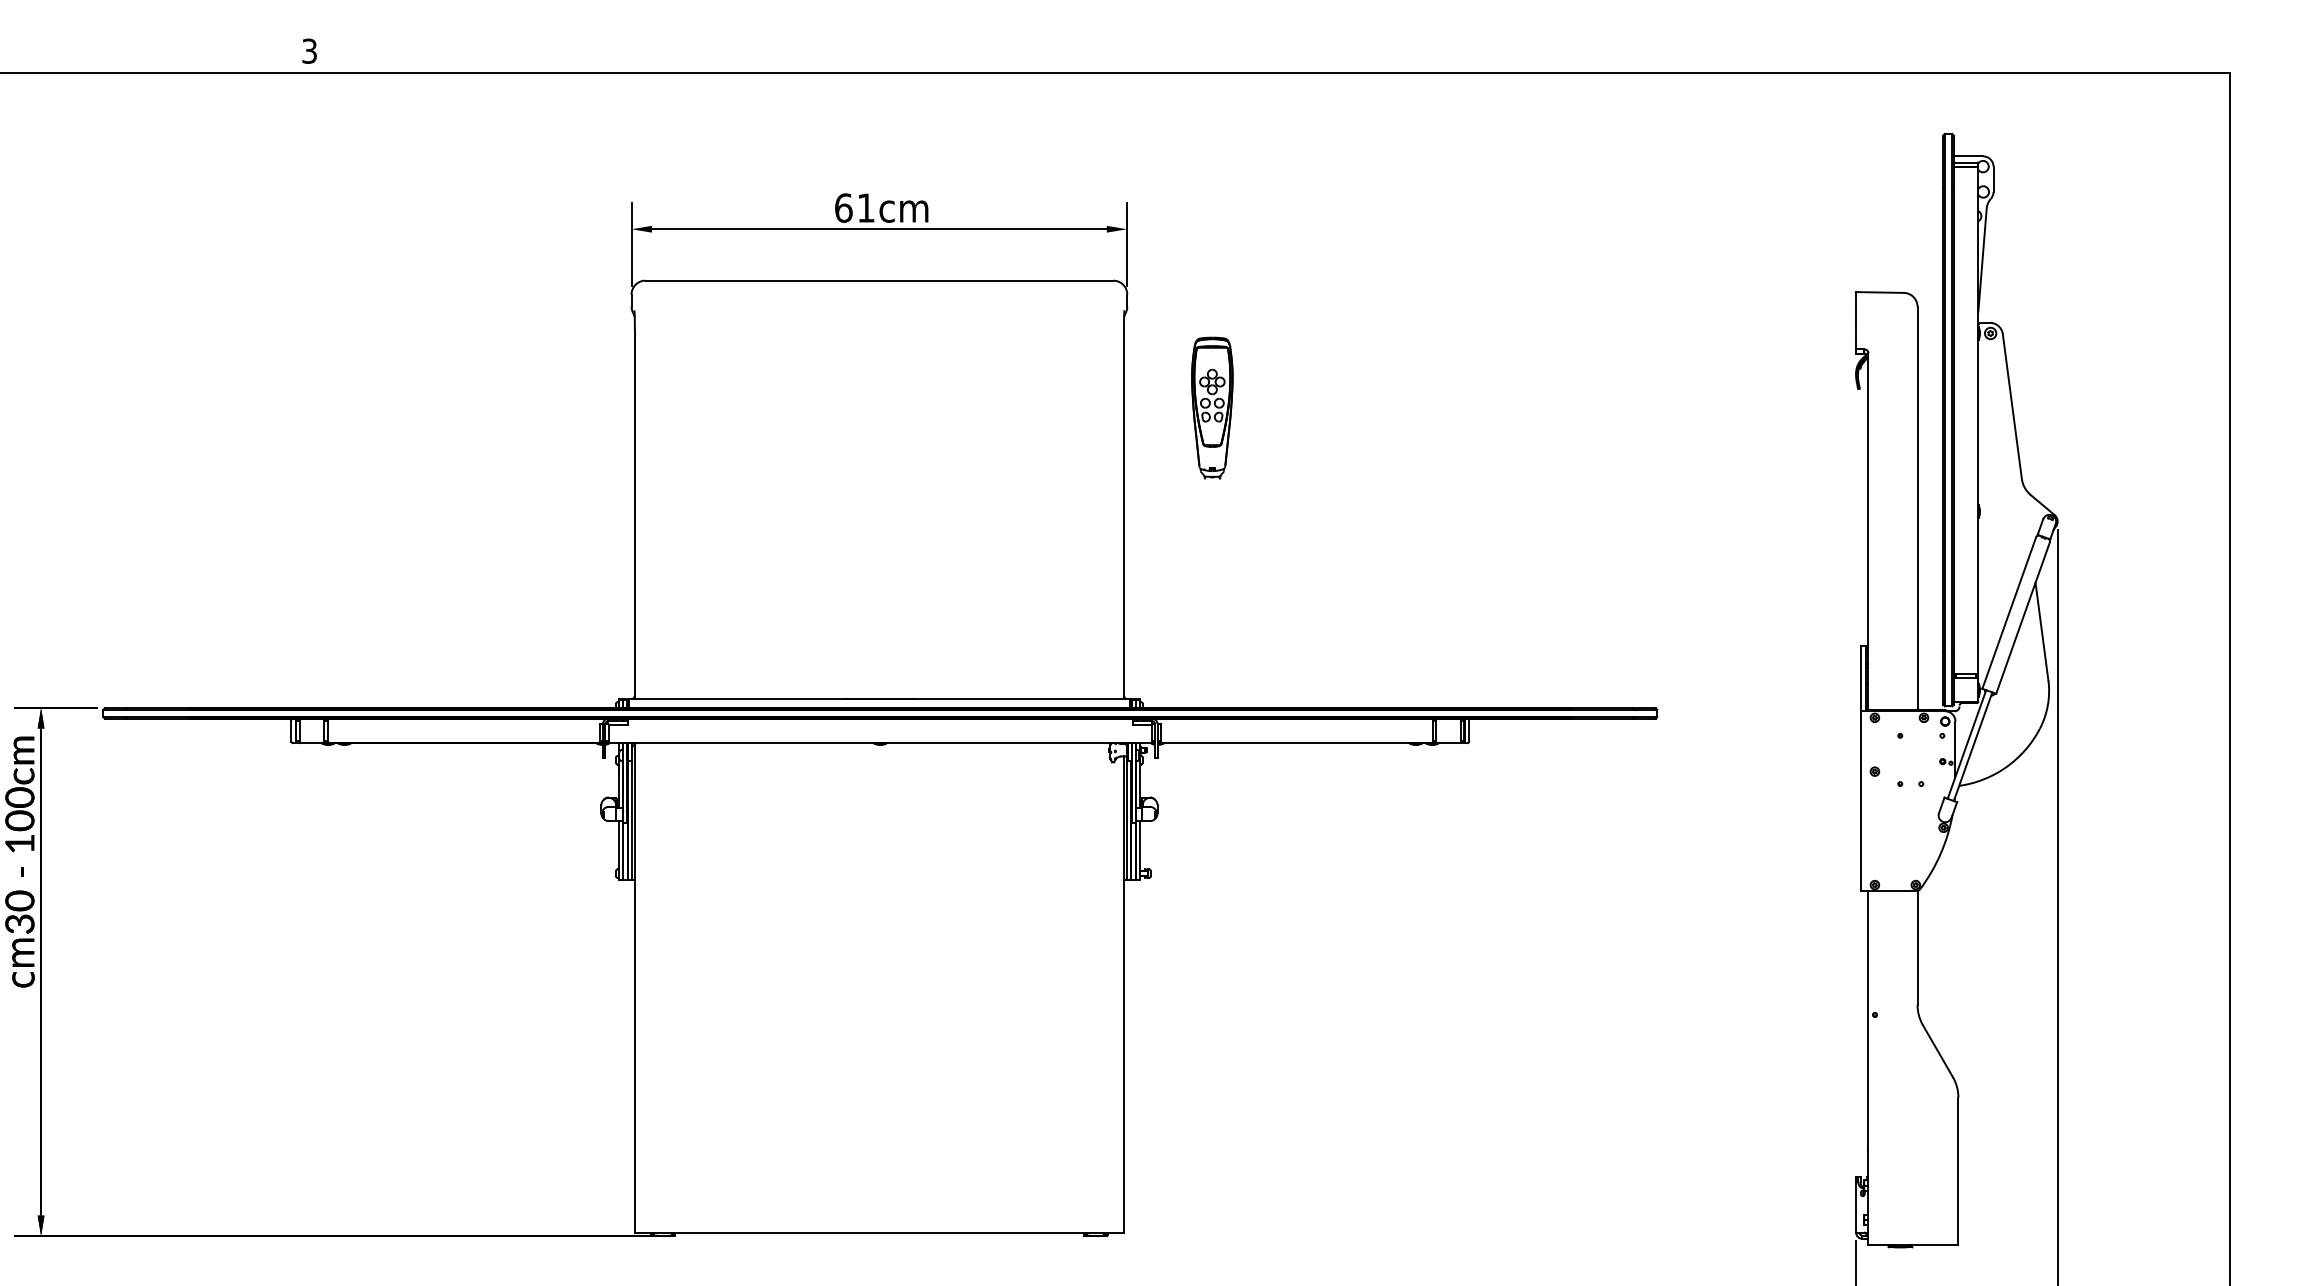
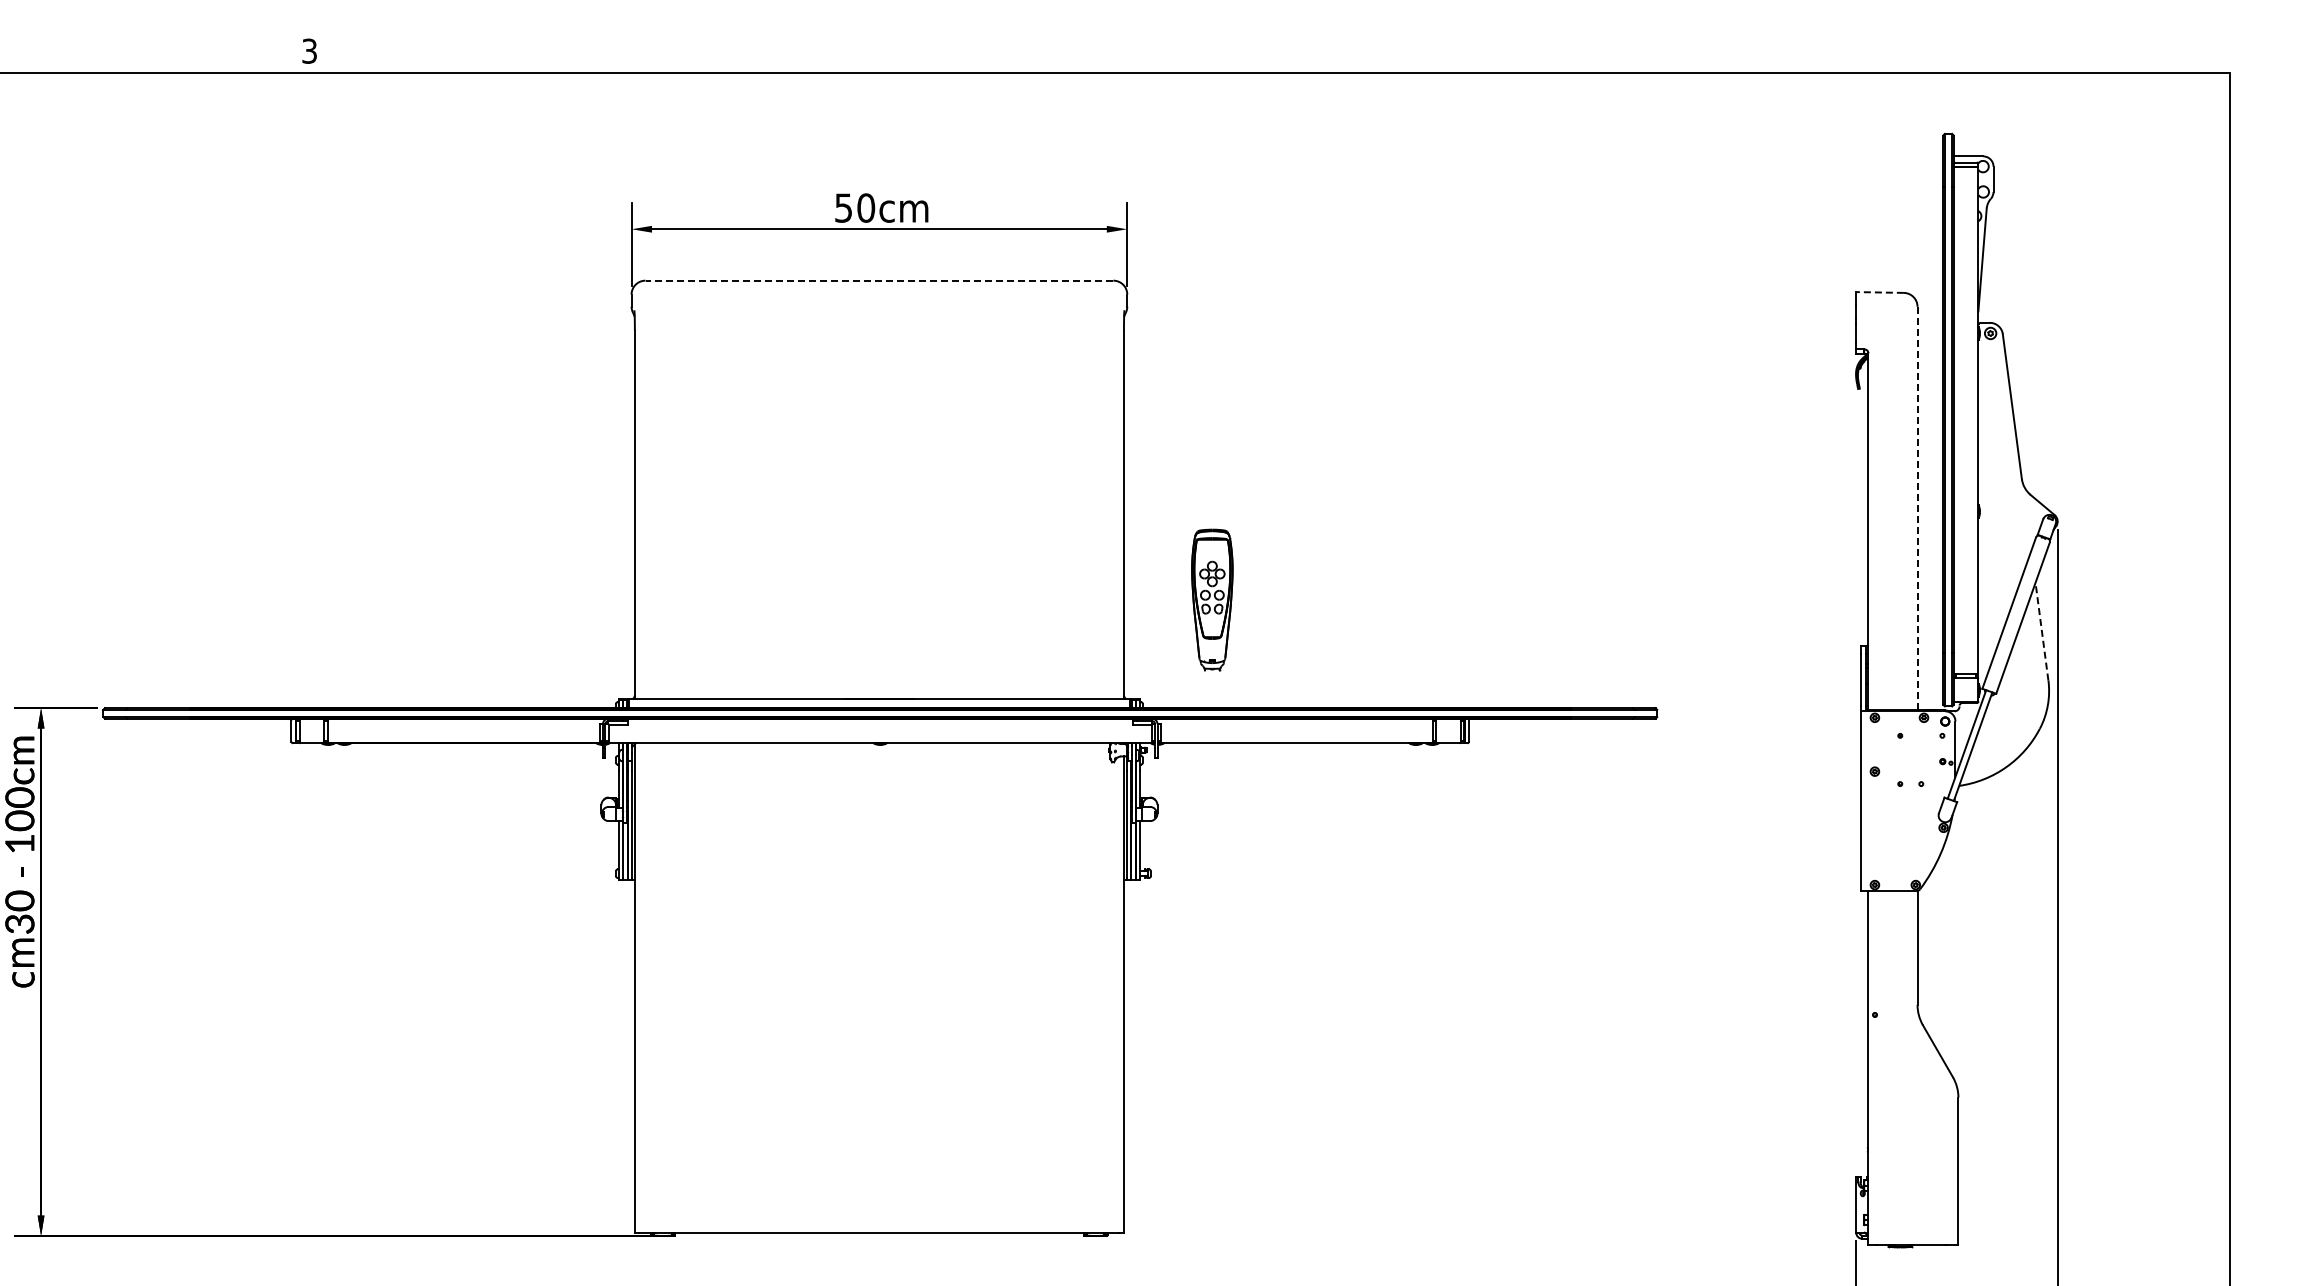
text at (855, 207): 61cm -> 50cm
line at (879, 280): solid -> dashed
line at (1880, 292): solid -> dashed
part at (1212, 407) position: (1212, 407) -> (1212, 599)
line at (1917, 508): solid -> dashed
line at (2041, 631): solid -> dashed
